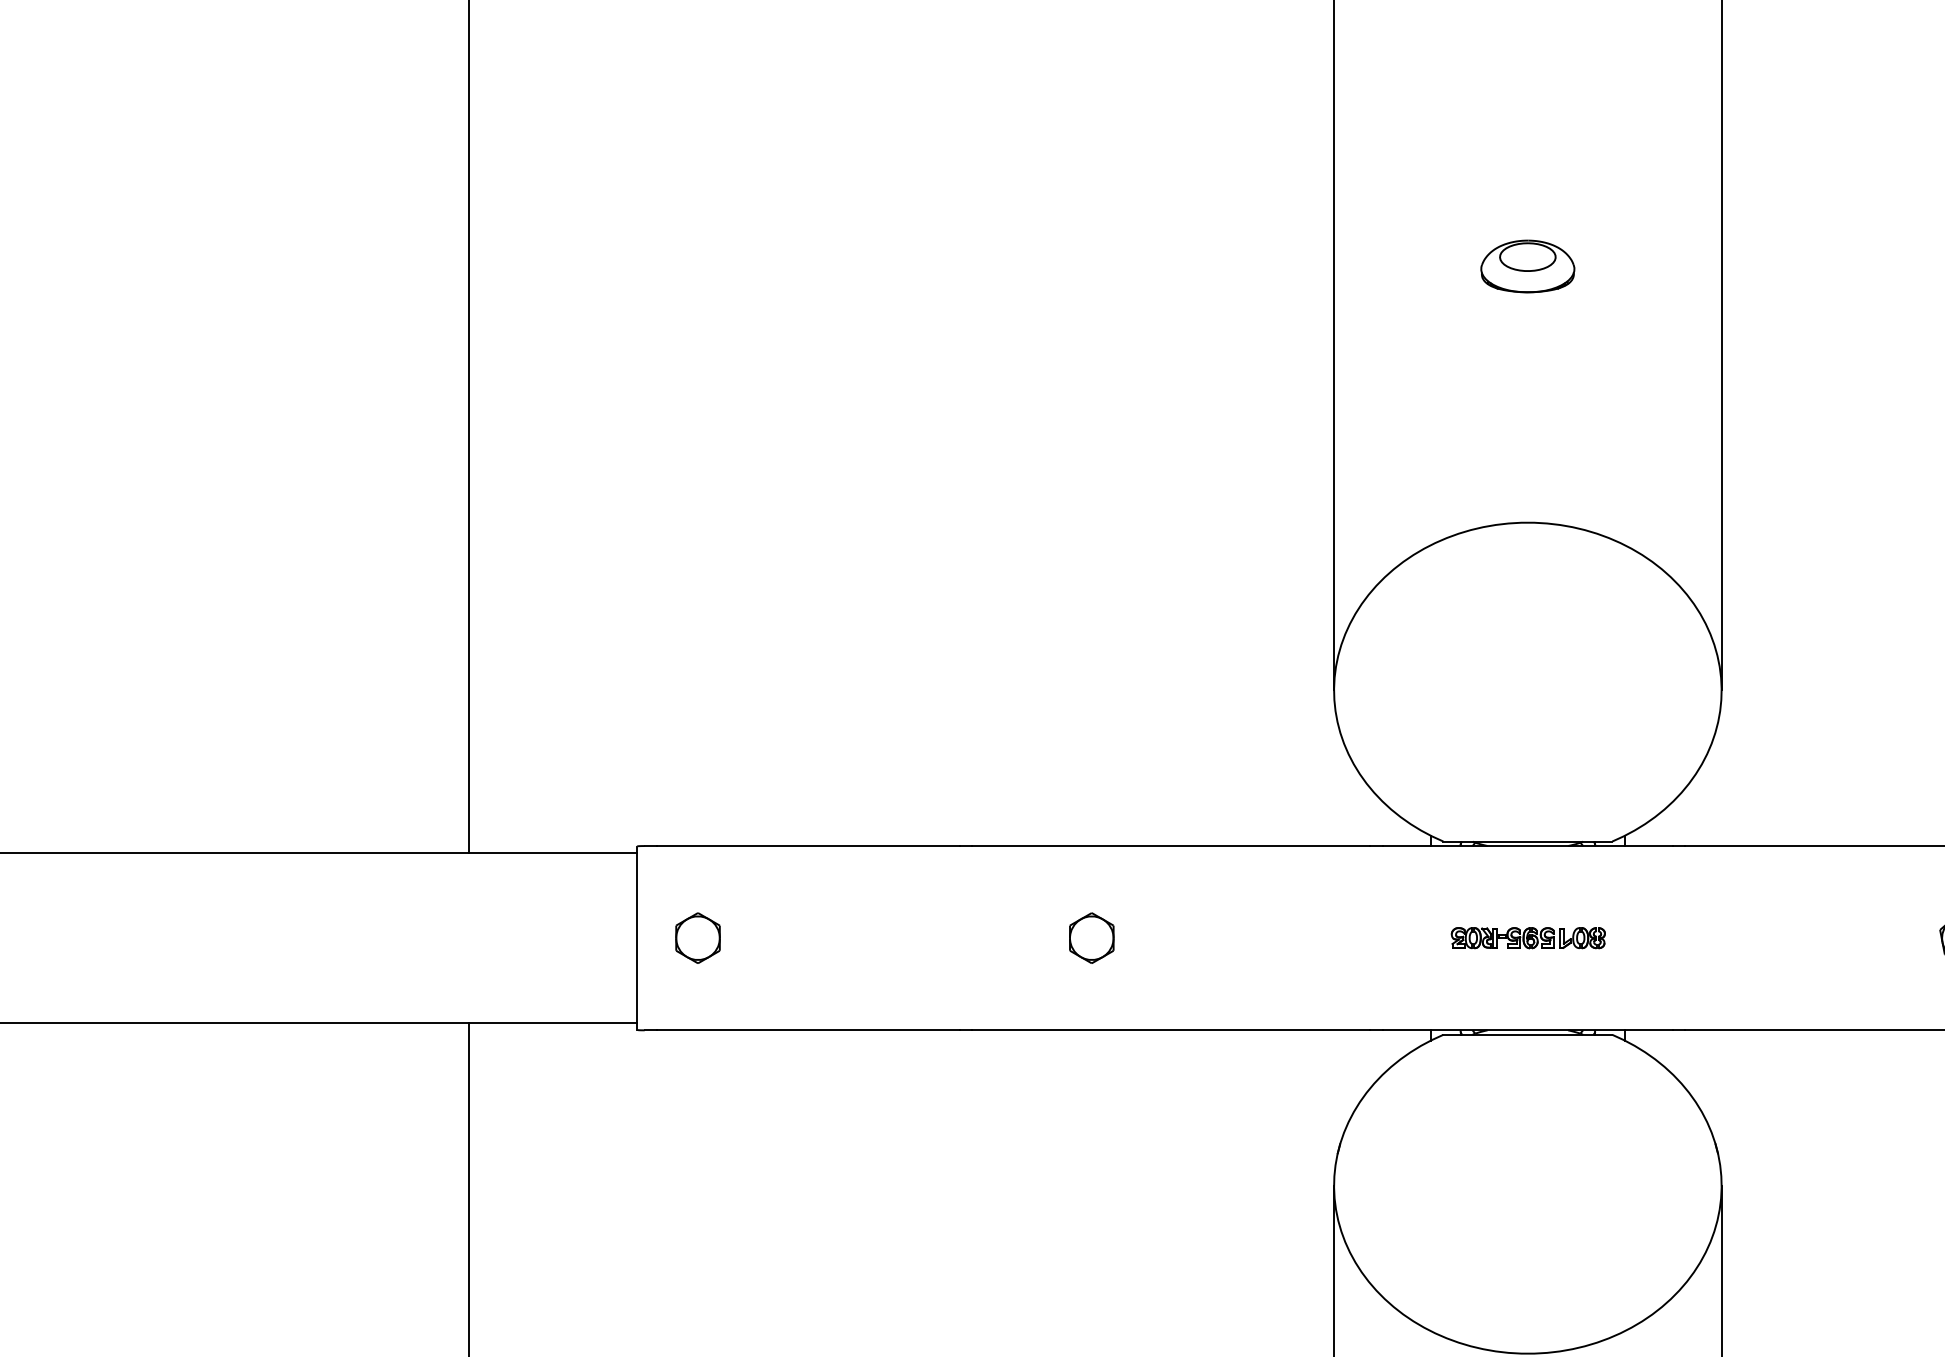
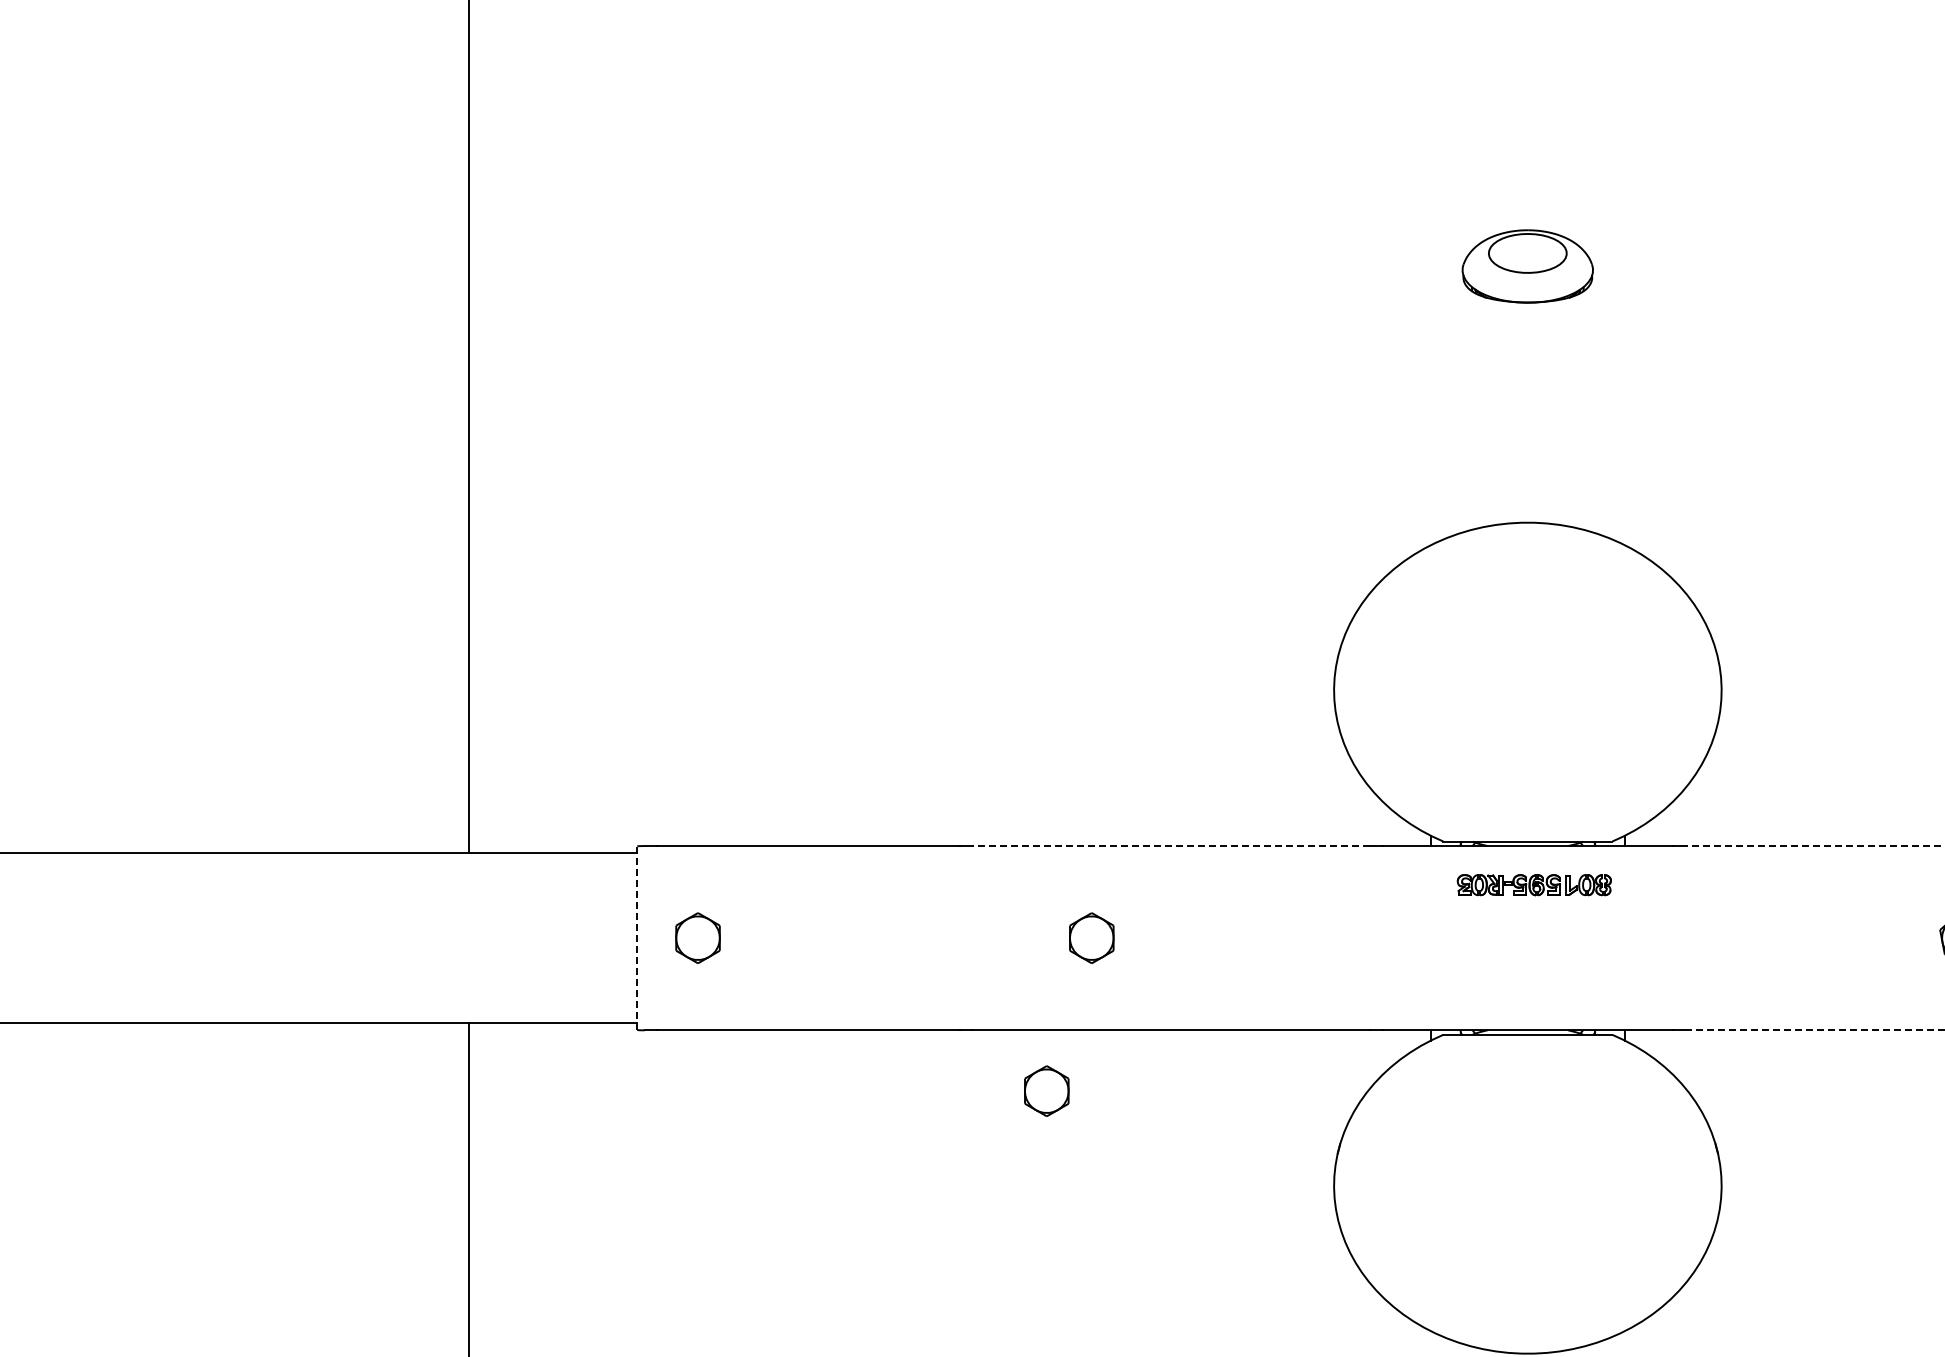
part at (1527, 266) size: 96x55 px -> 133x75 px
line at (1334, 346): present -> none
line at (1721, 346): present -> none
line at (1170, 846): solid -> dashed
line at (1814, 846): solid -> dashed
line at (637, 938): solid -> dashed
part at (1527, 938) position: (1527, 938) -> (1533, 885)
line at (1815, 1030): solid -> dashed
part at (1046, 1090): none -> present
line at (1334, 1269): present -> none
line at (1721, 1269): present -> none
